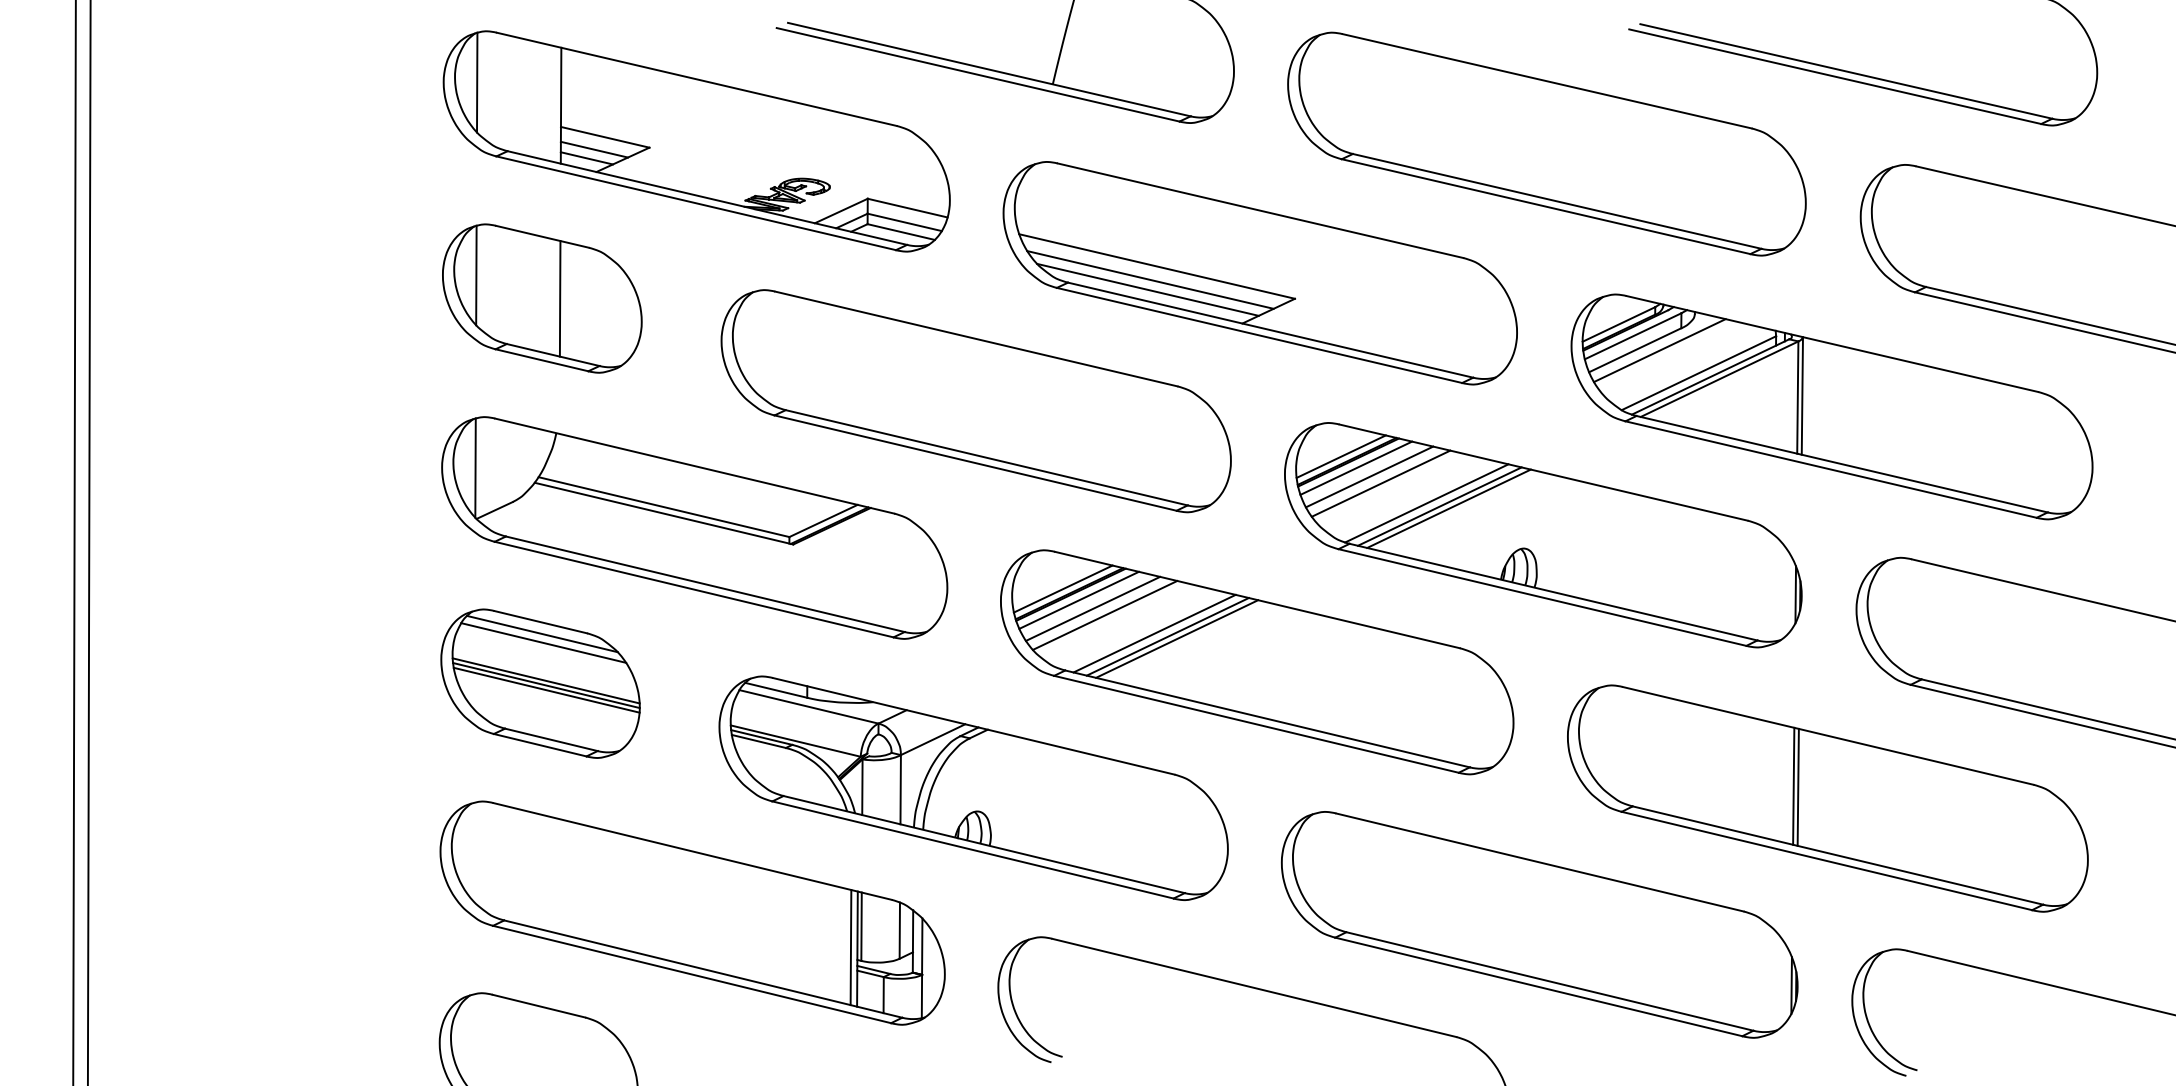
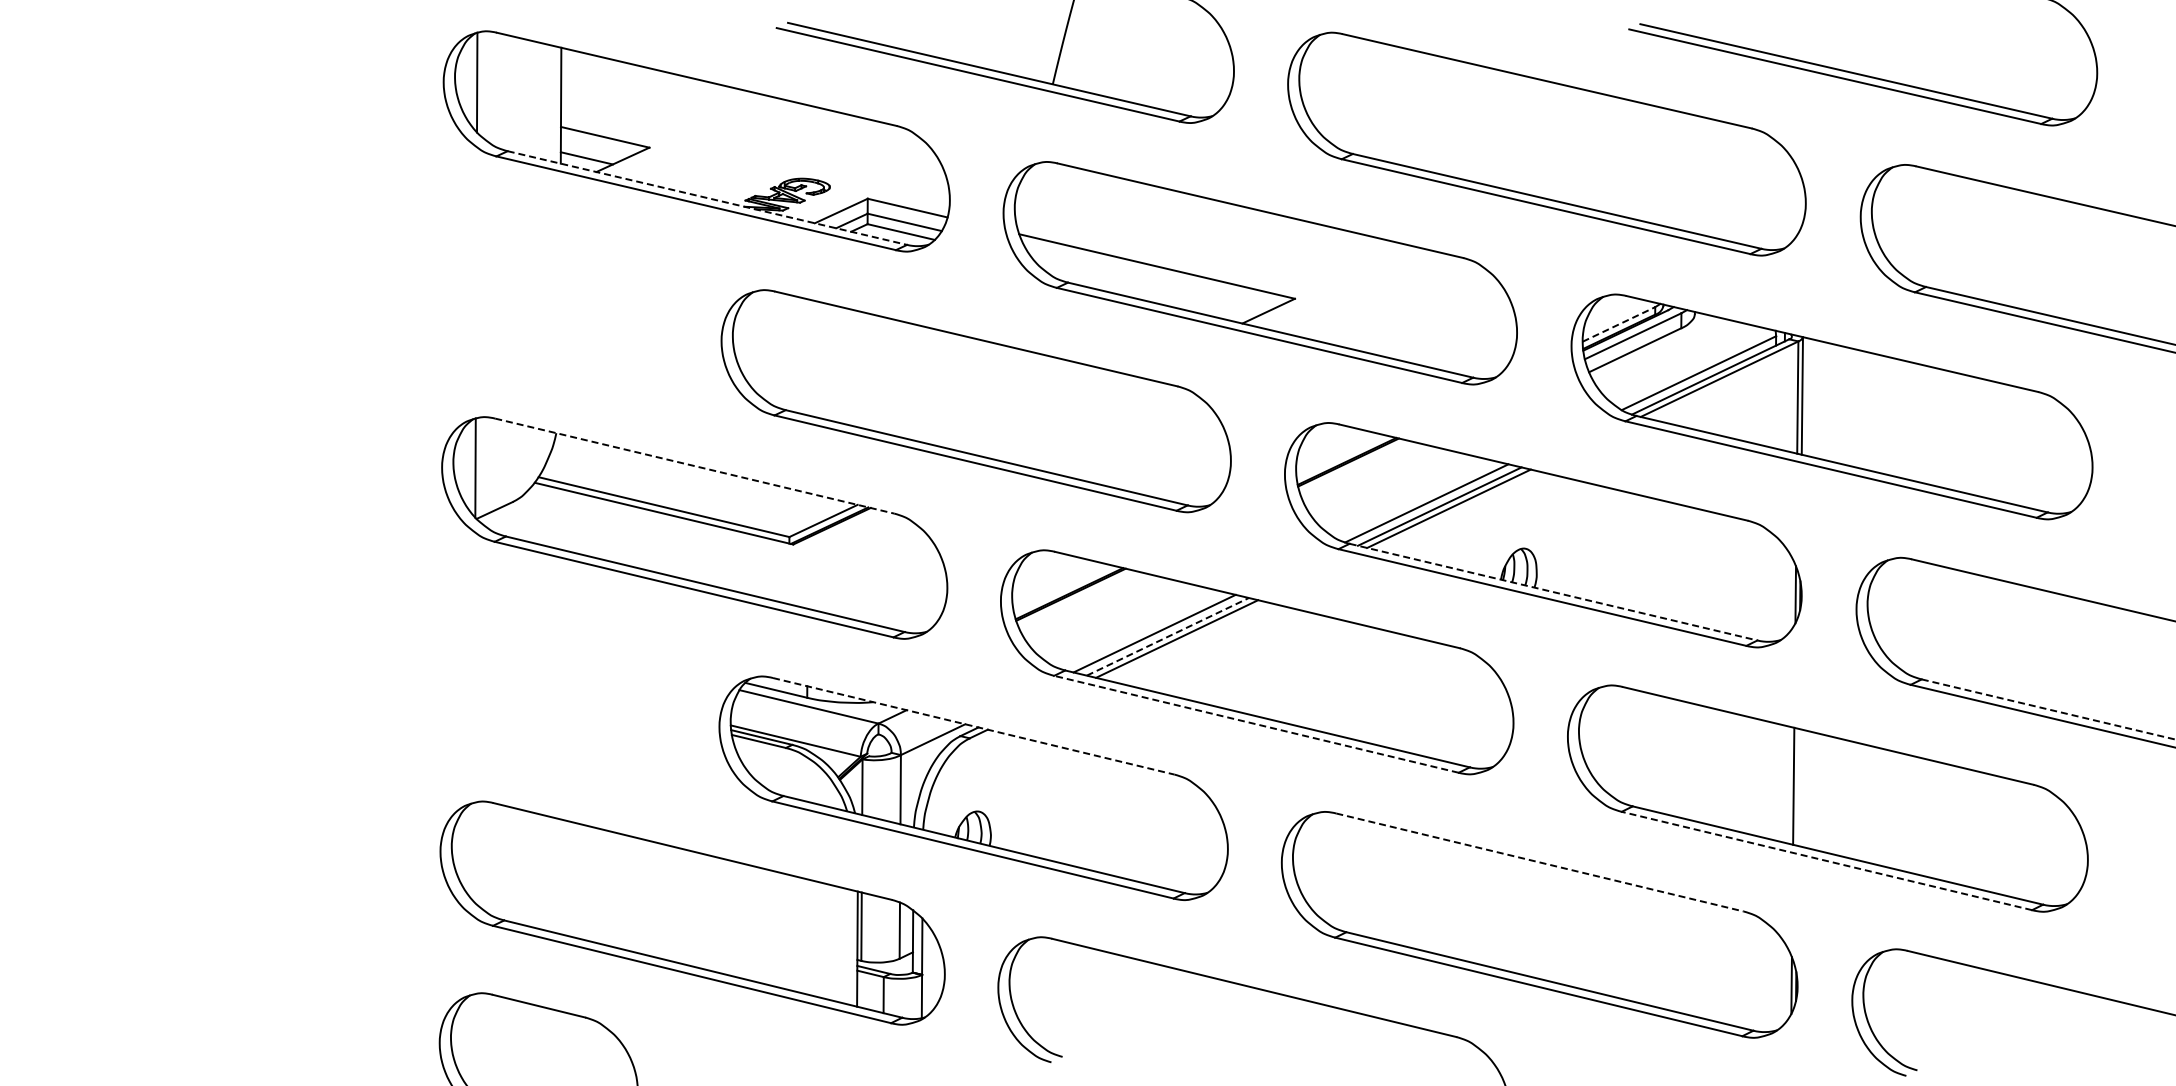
line at (593, 149): present -> none
line at (707, 198): solid -> dashed
line at (1150, 279): present -> none
line at (1147, 289): present -> none
part at (542, 298): present -> none
line at (1619, 324): solid -> dashed
line at (1659, 350): present -> none
line at (1340, 456): present -> none
line at (695, 466): solid -> dashed
line at (1356, 467): present -> none
line at (1369, 476): present -> none
line at (1380, 483): present -> none
line at (74, 542): present -> none
line at (88, 542): present -> none
line at (1062, 588): present -> none
line at (1553, 592): solid -> dashed
line at (1078, 599): present -> none
line at (1092, 608): present -> none
line at (1104, 614): present -> none
line at (1167, 636): solid -> dashed
part at (540, 683): present -> none
line at (2049, 709): solid -> dashed
line at (1256, 724): solid -> dashed
line at (974, 726): solid -> dashed
line at (1797, 786): present -> none
line at (1826, 860): solid -> dashed
line at (1540, 862): solid -> dashed
line at (850, 947): present -> none
